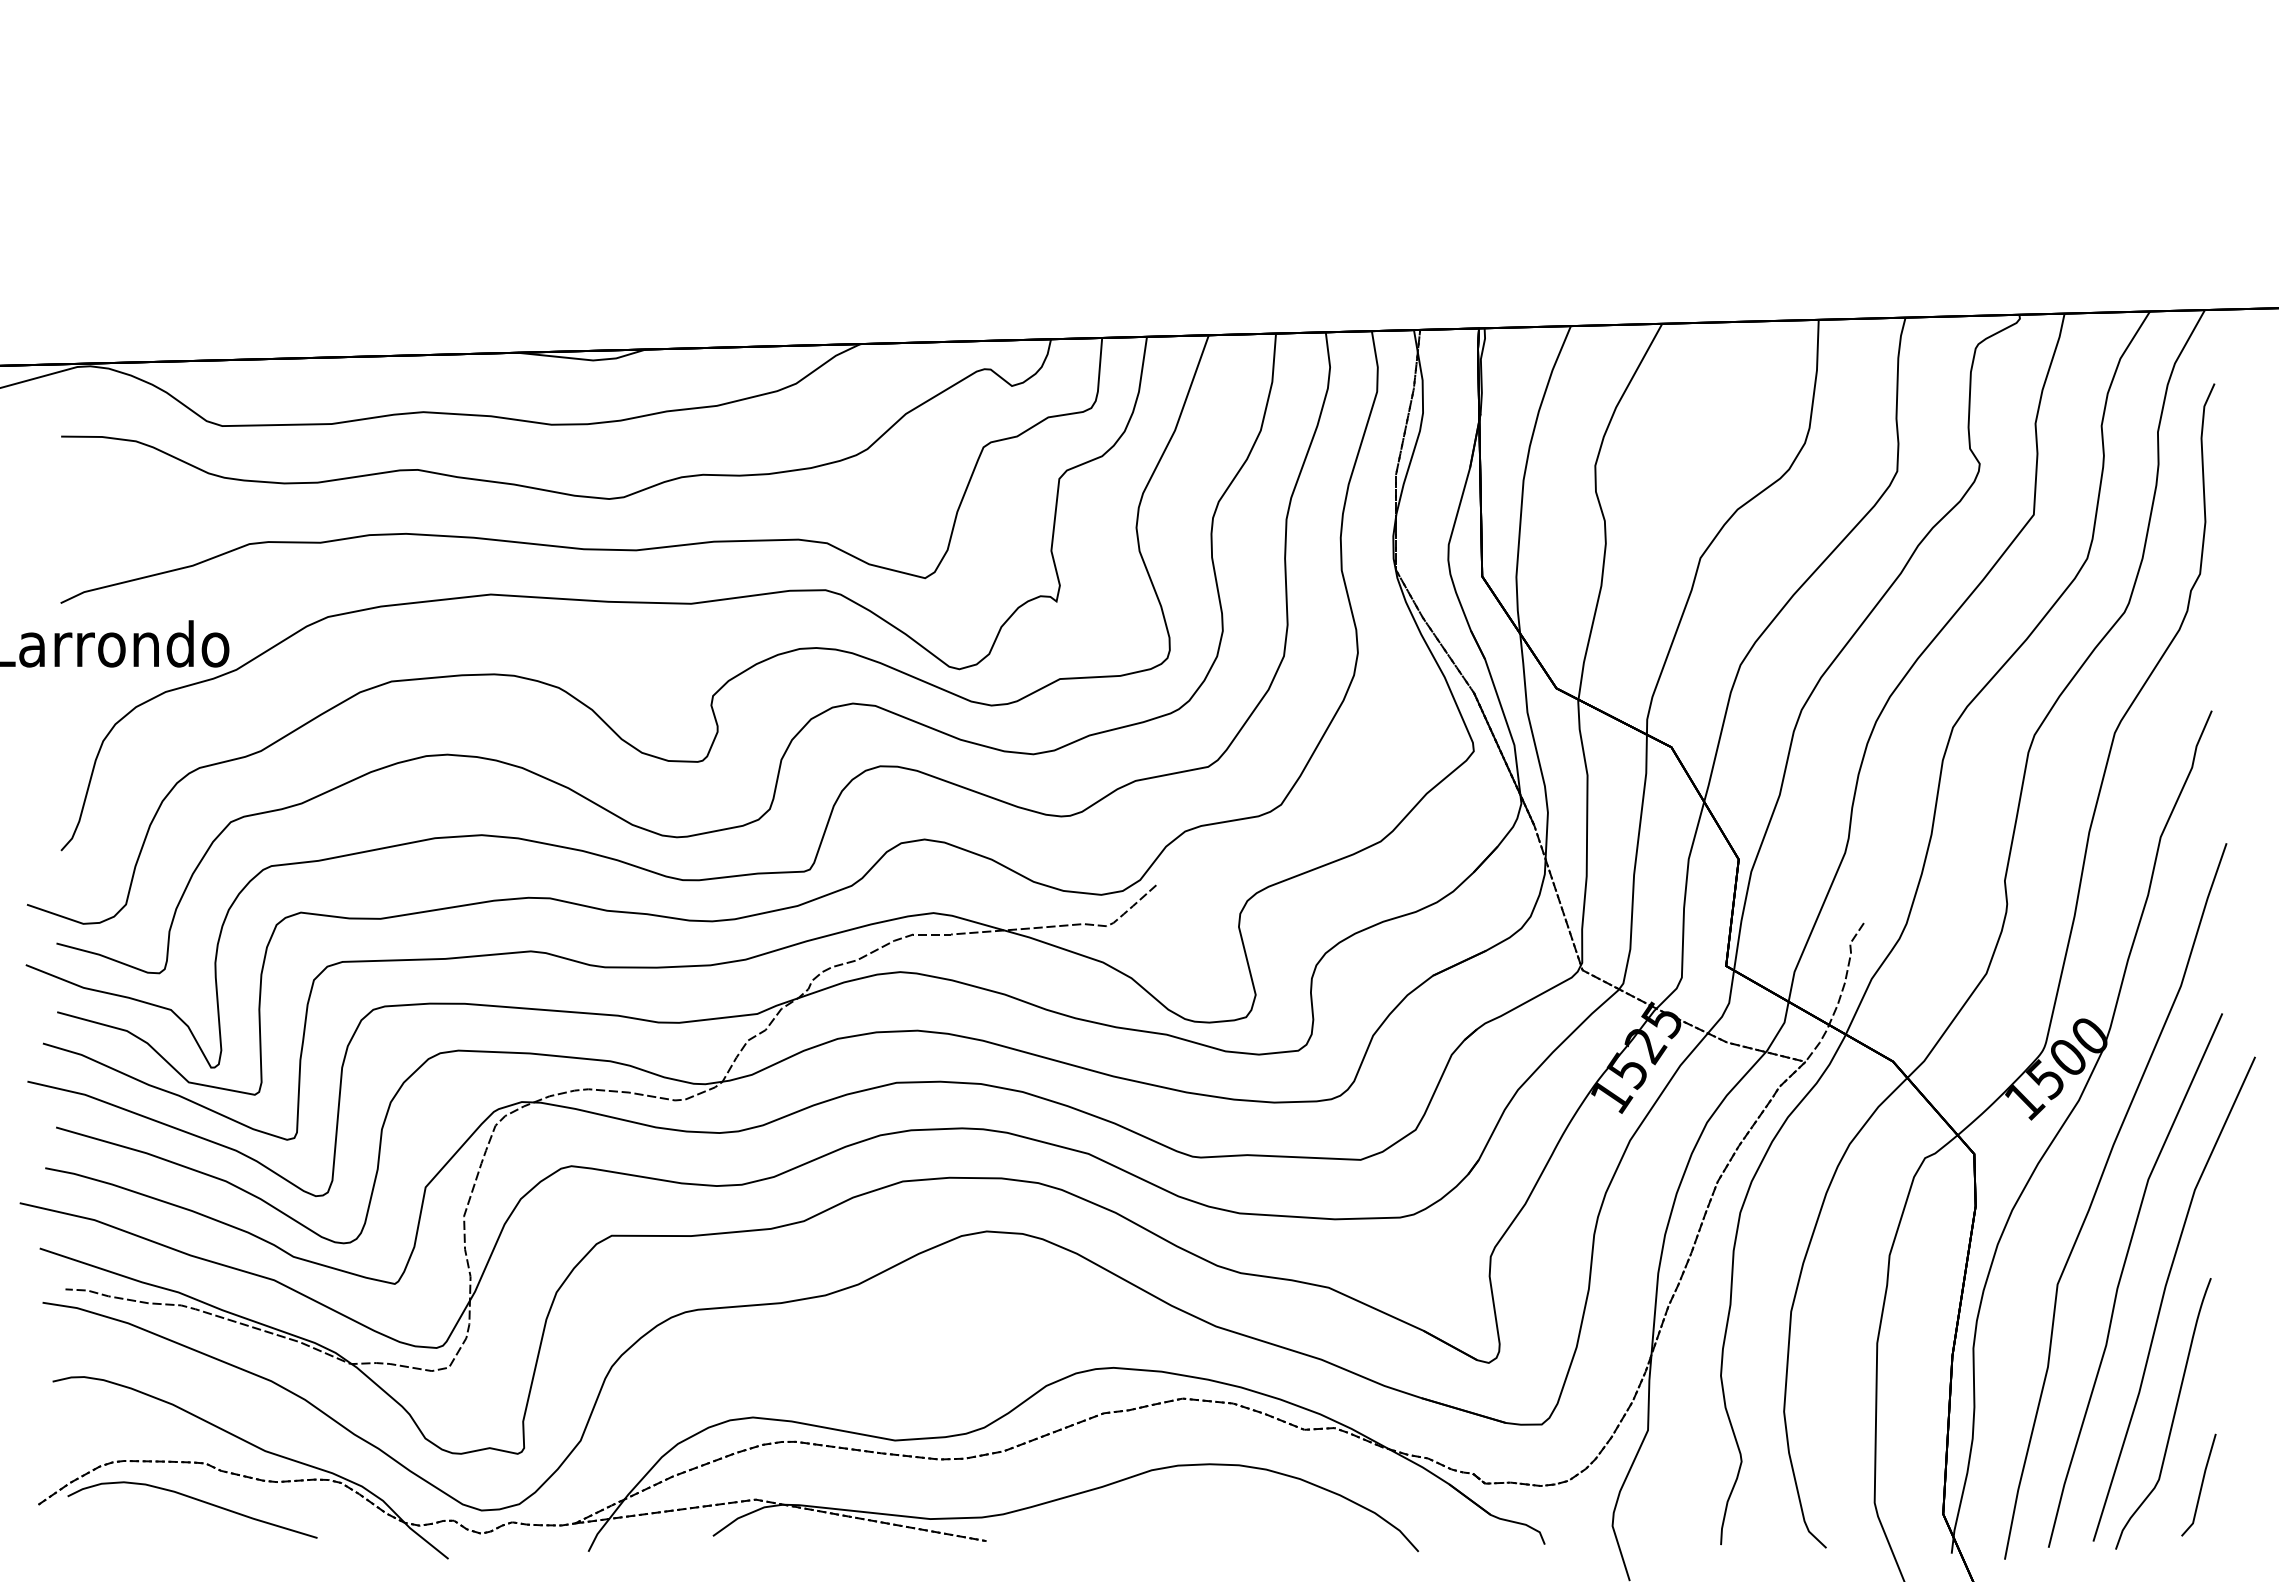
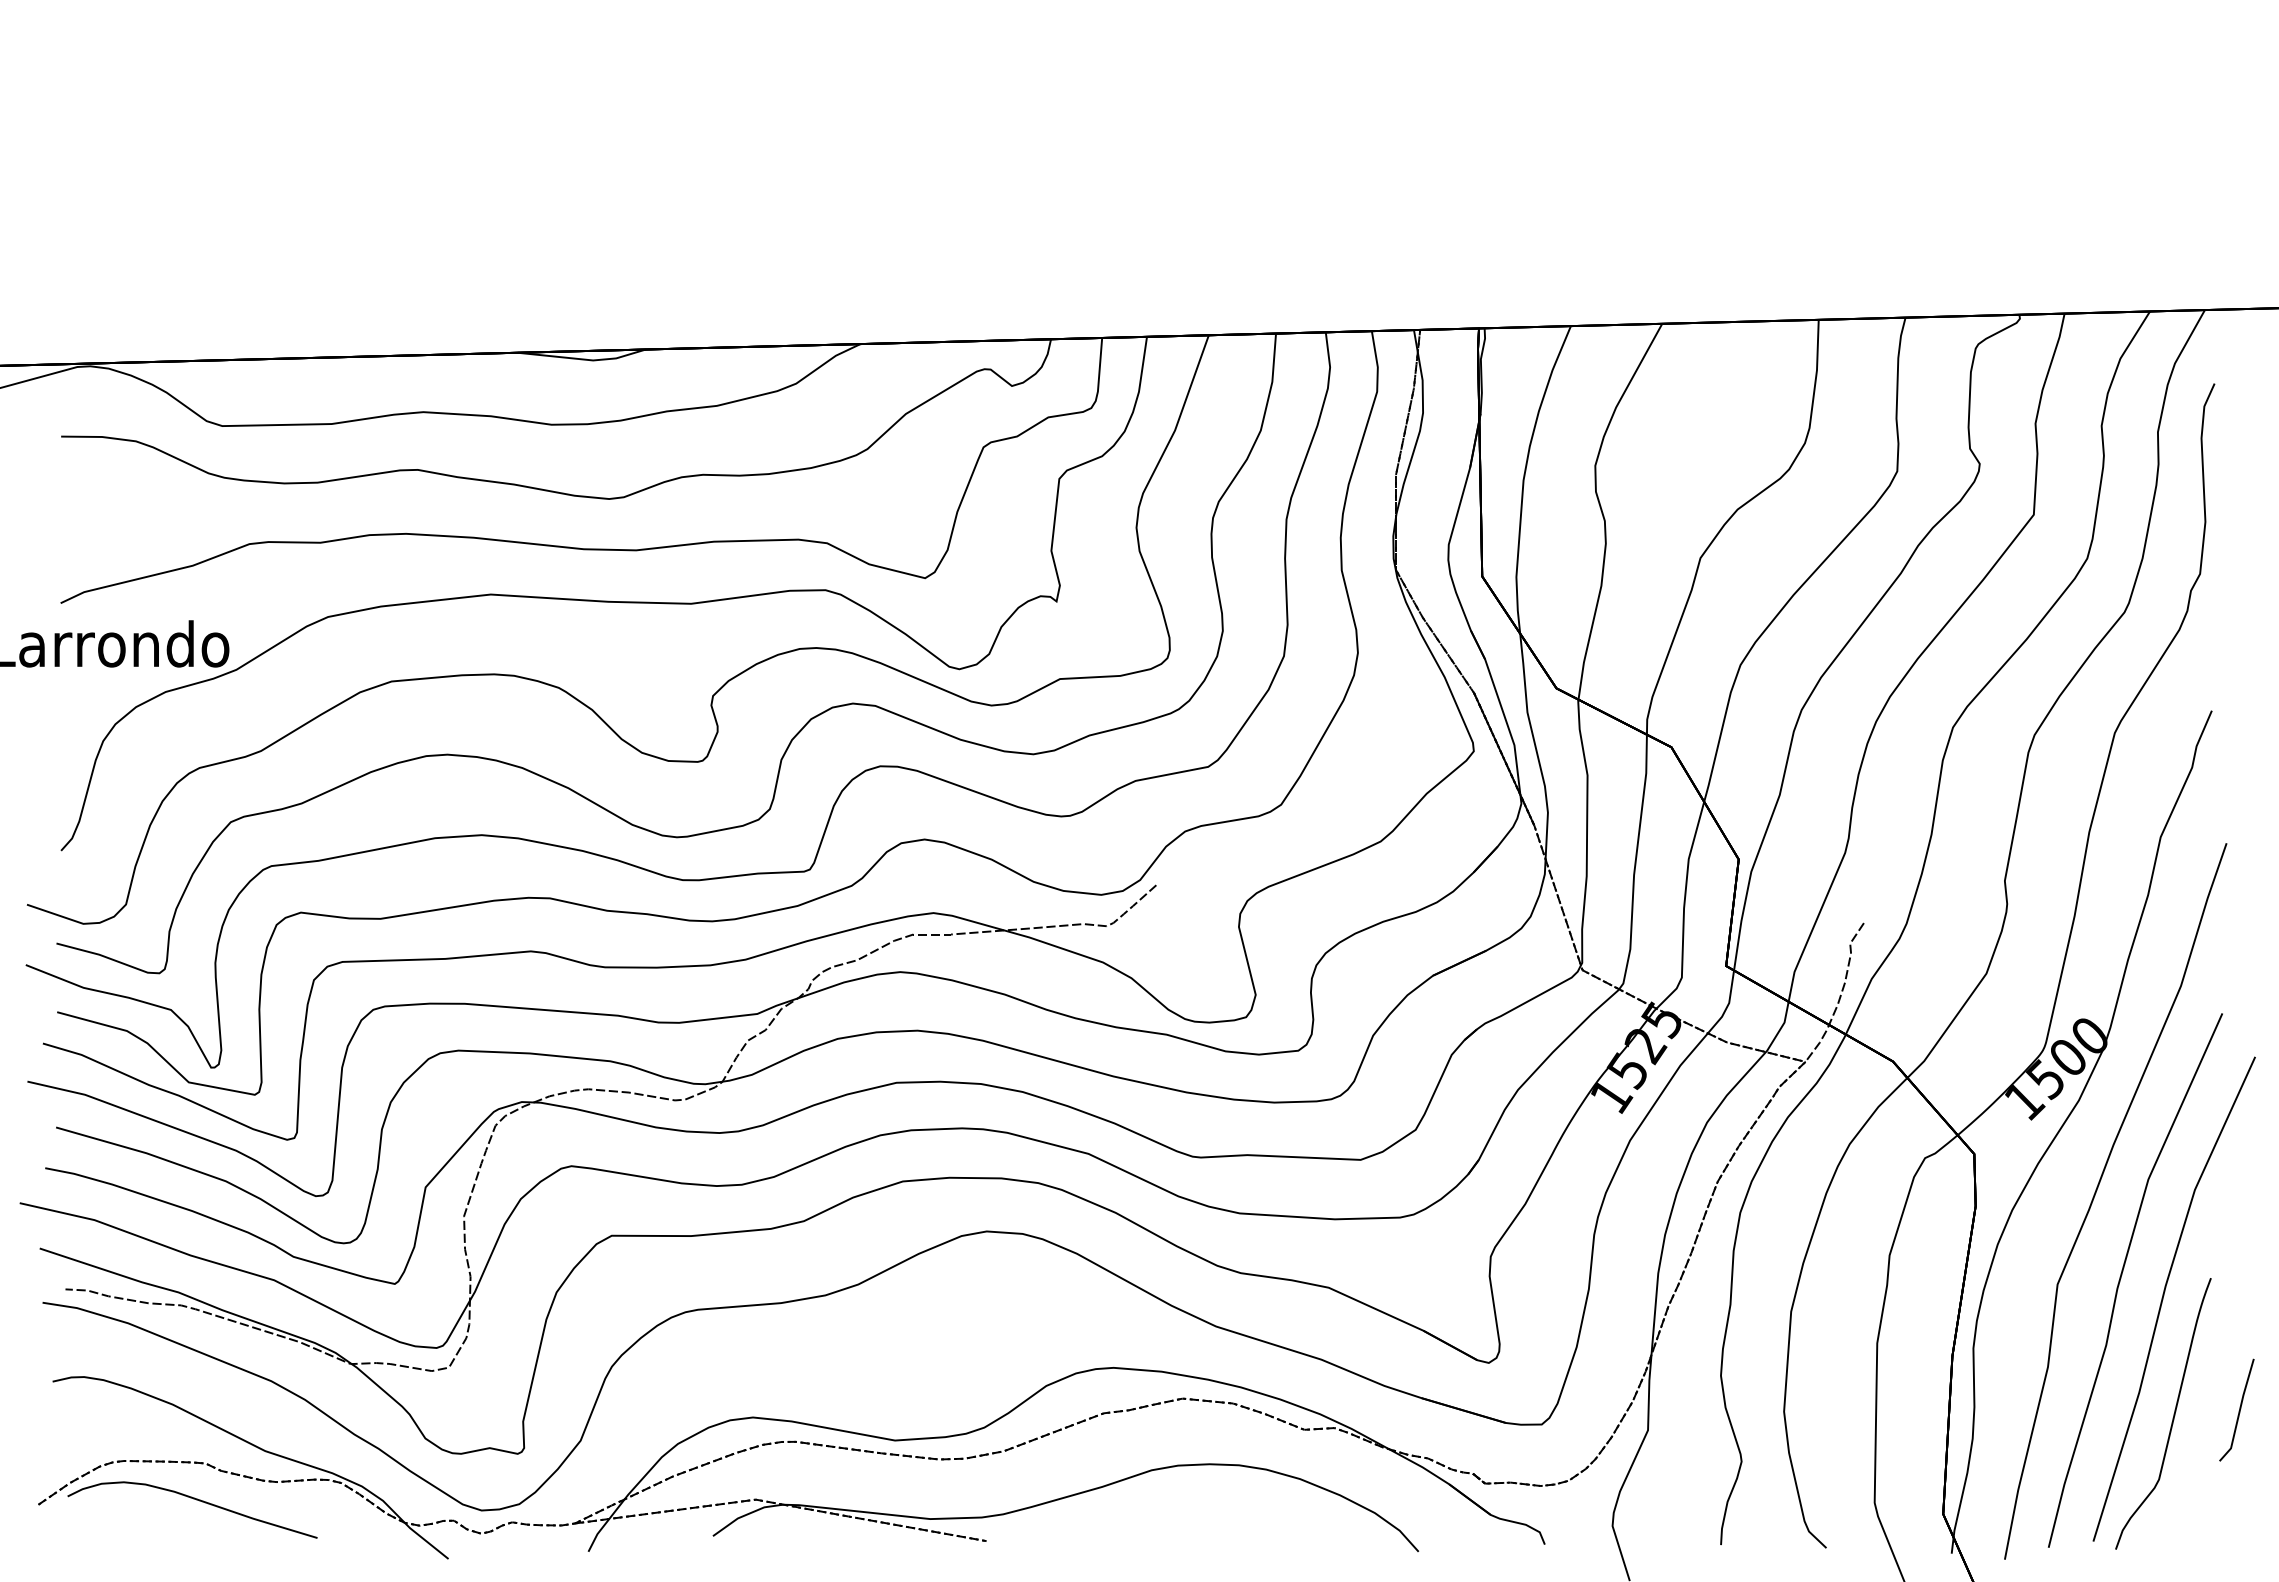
line at (2200, 1486) position: (2200, 1486) -> (2238, 1411)
